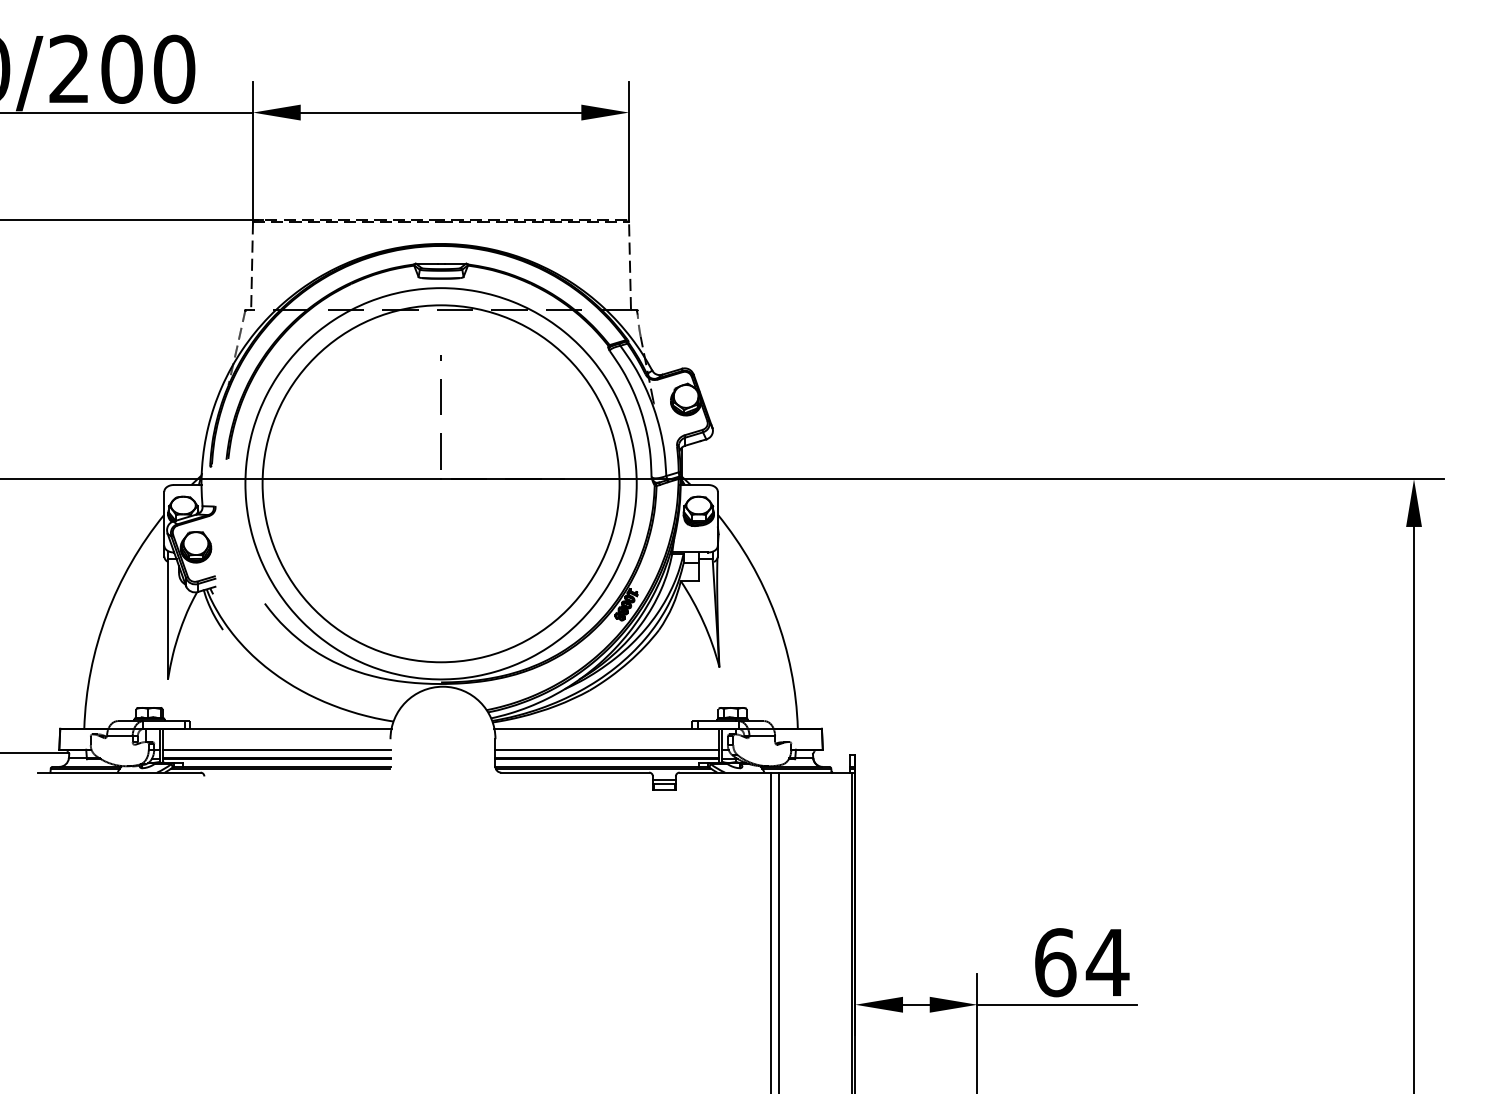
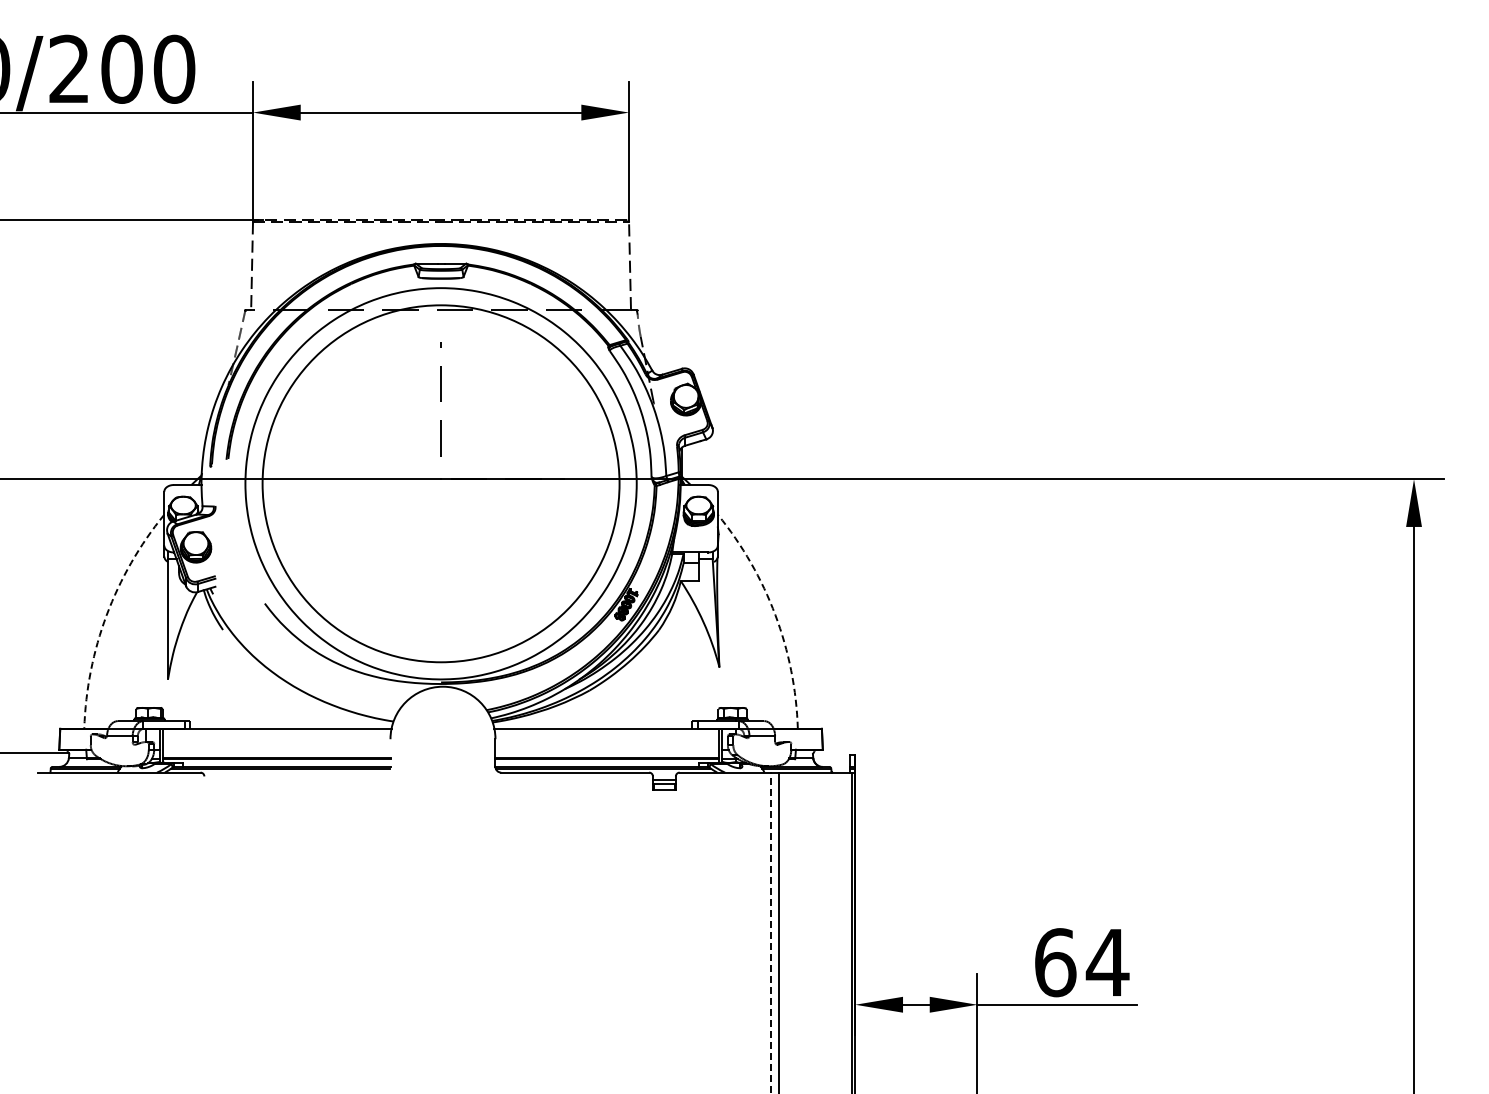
line at (440, 412) position: (440, 412) -> (440, 399)
arc at (106, 615): solid -> dashed
arc at (775, 615): solid -> dashed
line at (276, 749): present -> none
line at (606, 749): present -> none
line at (771, 932): solid -> dashed
